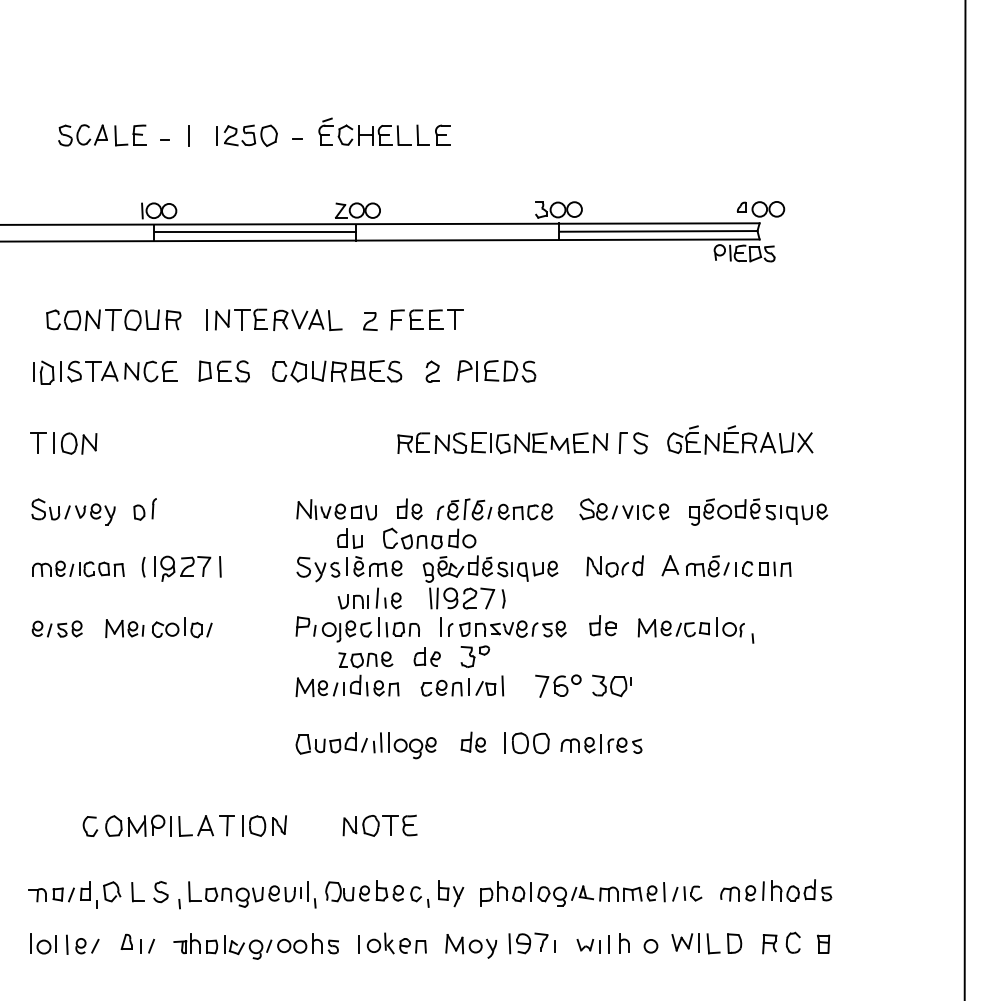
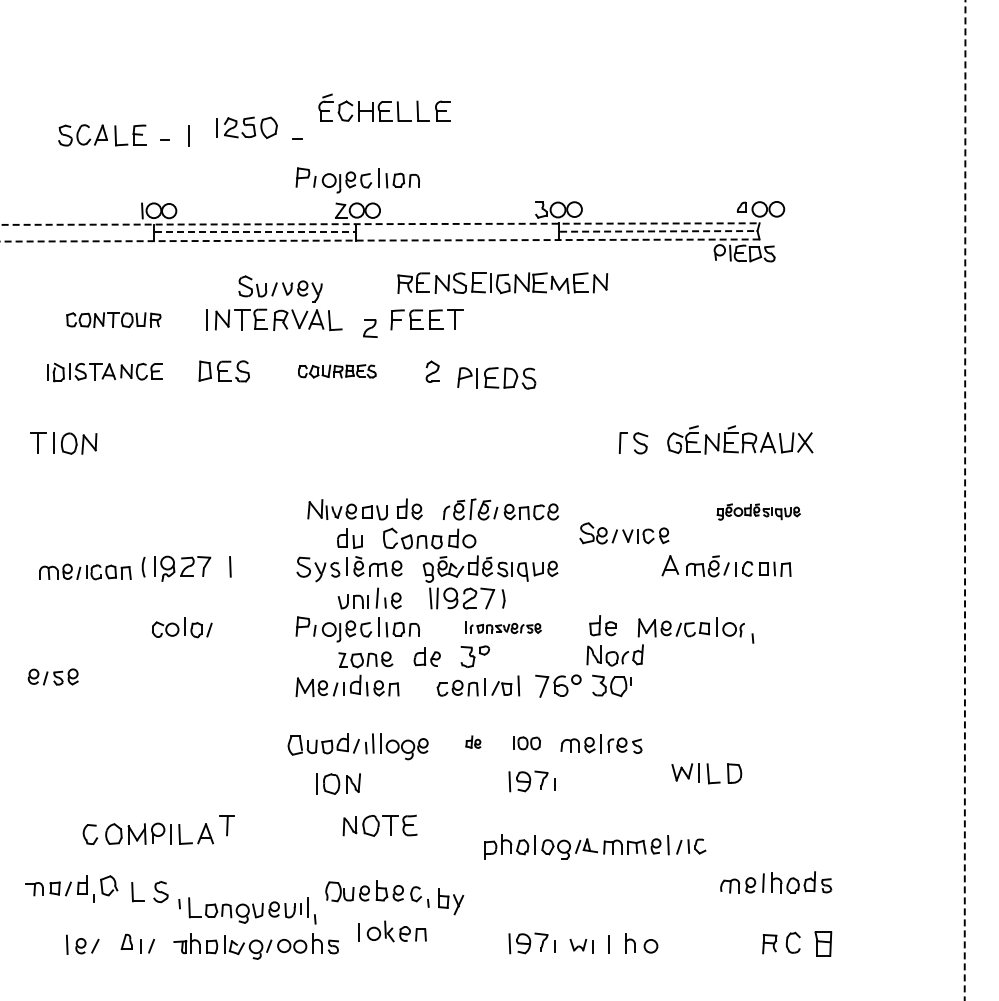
part at (384, 131) position: (384, 131) -> (384, 107)
part at (246, 135) position: (246, 135) -> (246, 127)
part at (357, 180): none -> present
line at (380, 224): solid -> dashed
line at (658, 231): solid -> dashed
line at (256, 232): solid -> dashed
line at (379, 240): solid -> dashed
part at (113, 319) size: 136x22 px -> 96x16 px
part at (370, 321) position: (370, 321) -> (370, 328)
part at (337, 371) size: 131x23 px -> 79x15 px
part at (496, 371) position: (496, 371) -> (496, 378)
part at (105, 372) size: 145x25 px -> 116x21 px
part at (502, 443) position: (502, 443) -> (502, 283)
line at (965, 500): solid -> dashed
part at (144, 509): present -> none
part at (336, 509) position: (336, 509) -> (347, 509)
part at (494, 509) position: (494, 509) -> (500, 509)
part at (624, 509) position: (624, 509) -> (624, 533)
part at (73, 511) position: (73, 511) -> (280, 288)
part at (758, 511) size: 140x28 px -> 85x18 px
line at (220, 566) position: (220, 566) -> (230, 566)
part at (614, 566) position: (614, 566) -> (614, 655)
part at (78, 568) position: (78, 568) -> (85, 571)
part at (503, 627) size: 127x21 px -> 77x13 px
part at (56, 628) position: (56, 628) -> (52, 676)
part at (124, 628): present -> none
part at (462, 685) position: (462, 685) -> (478, 685)
part at (473, 741) size: 27x22 px -> 17x14 px
part at (526, 743) size: 46x23 px -> 28x15 px
part at (365, 745) position: (365, 745) -> (357, 746)
part at (531, 781): none -> present
part at (147, 825) position: (147, 825) -> (147, 833)
part at (264, 825) position: (264, 825) -> (338, 783)
part at (776, 890) position: (776, 890) -> (776, 882)
part at (451, 893) position: (451, 893) -> (451, 901)
part at (591, 893) position: (591, 893) -> (595, 846)
part at (74, 894) position: (74, 894) -> (71, 888)
part at (252, 894) position: (252, 894) -> (252, 910)
part at (43, 943): present -> none
part at (392, 943) position: (392, 943) -> (392, 931)
part at (624, 943) position: (624, 943) -> (630, 943)
part at (706, 943) position: (706, 943) -> (706, 773)
part at (823, 943) size: 14x20 px -> 19x26 px
part at (471, 946): present -> none
part at (588, 946) position: (588, 946) -> (581, 946)
